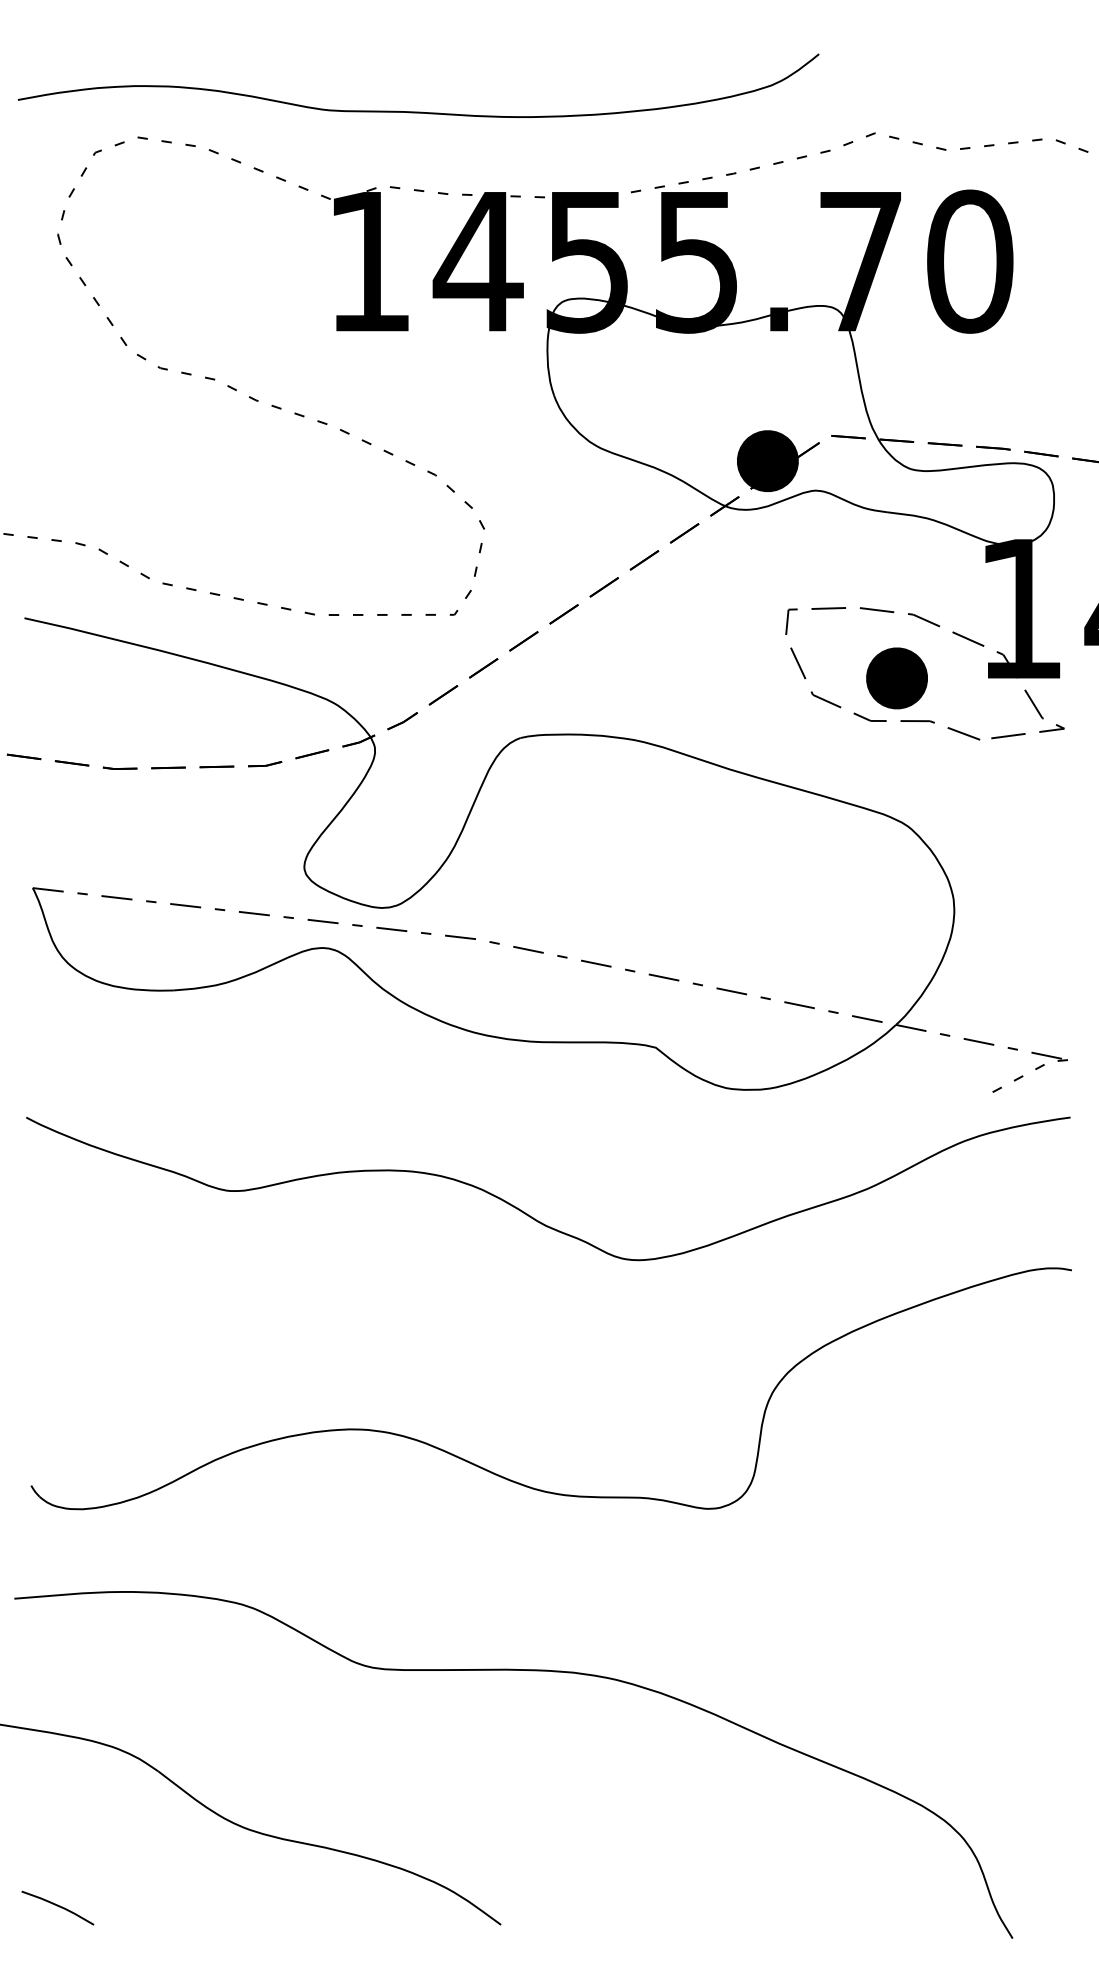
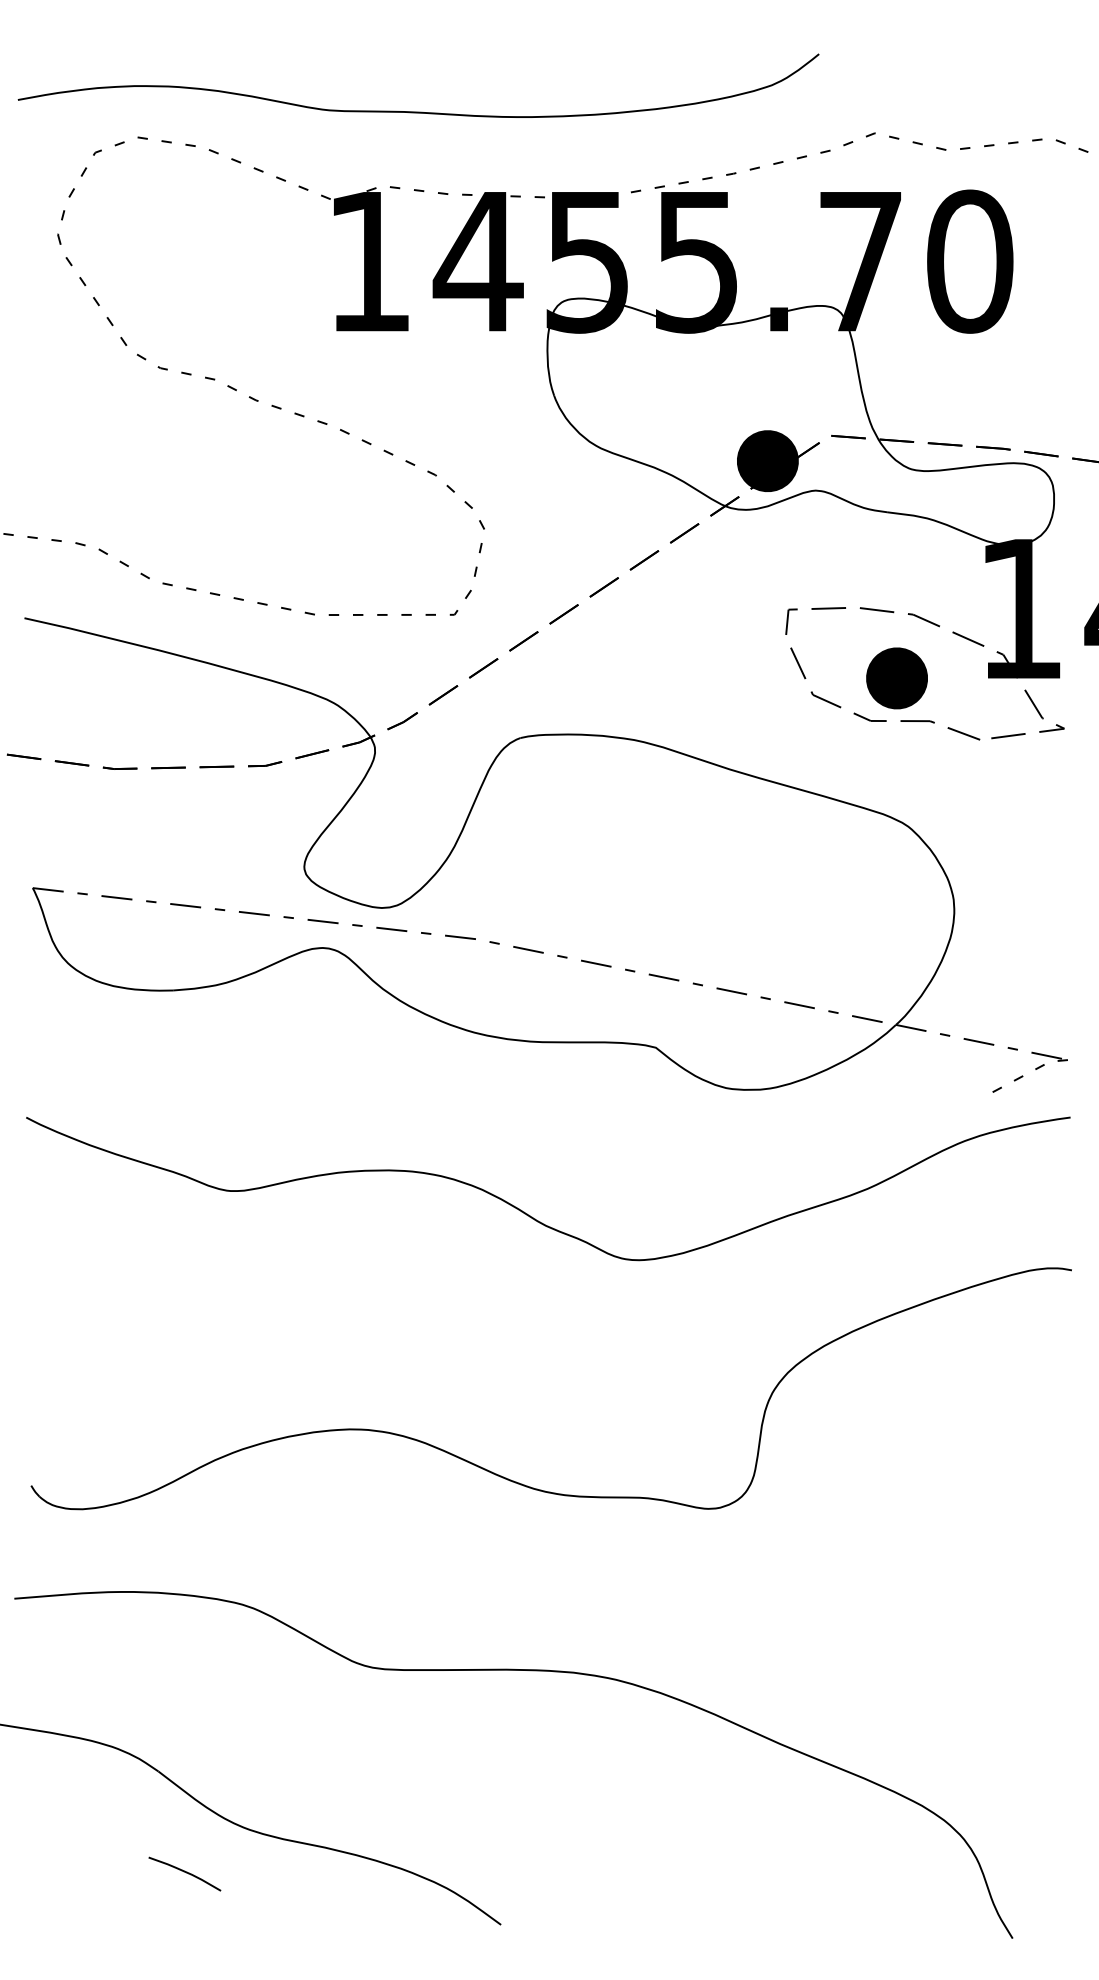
curve at (57, 1906) position: (57, 1906) -> (184, 1872)
